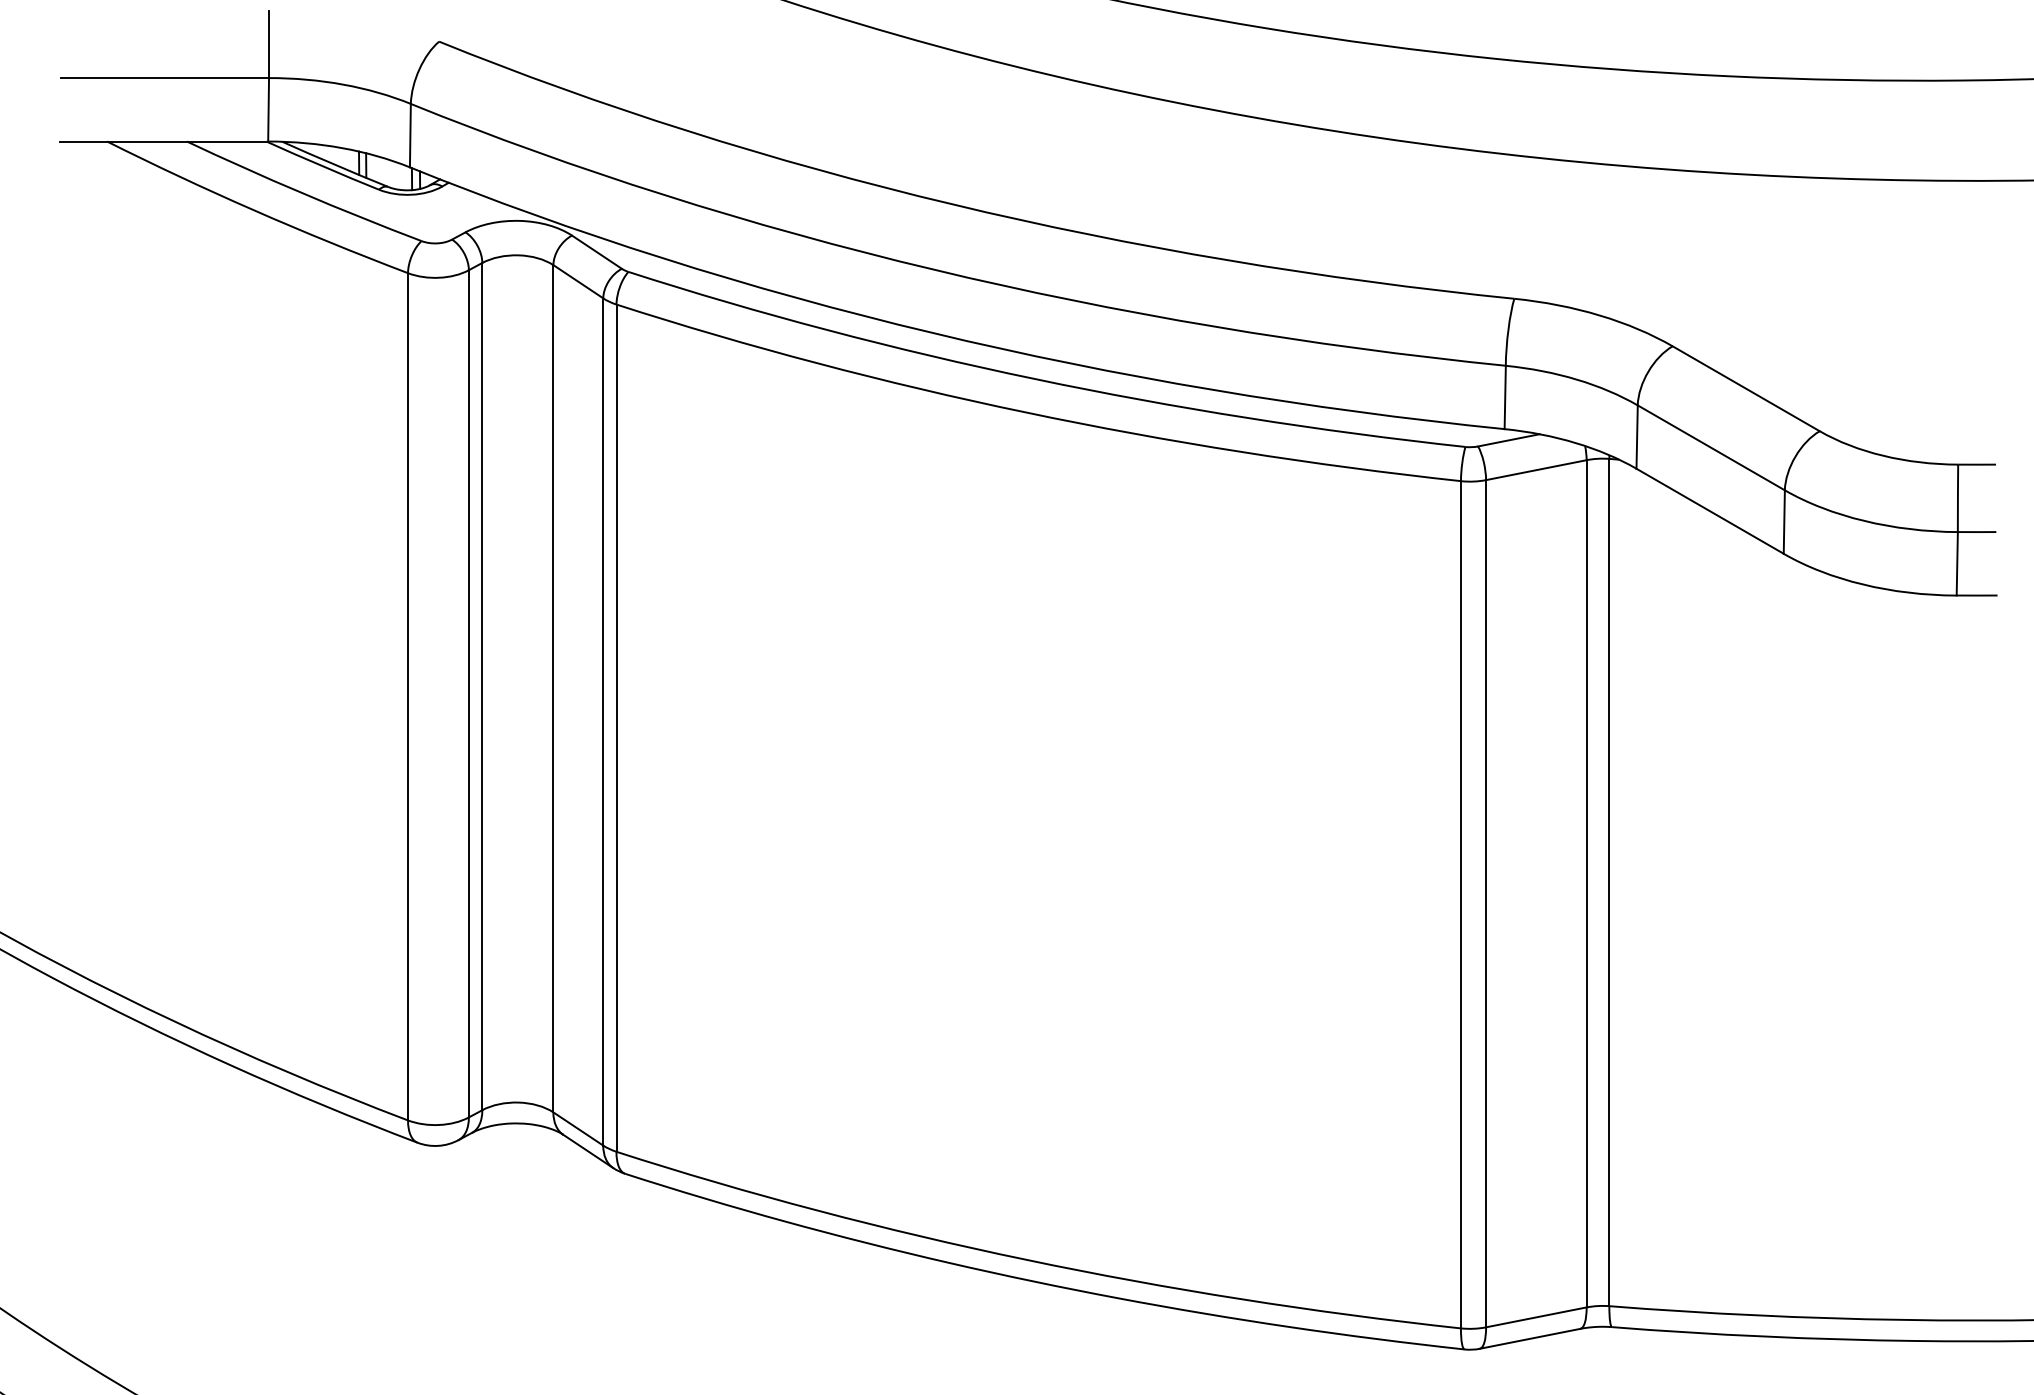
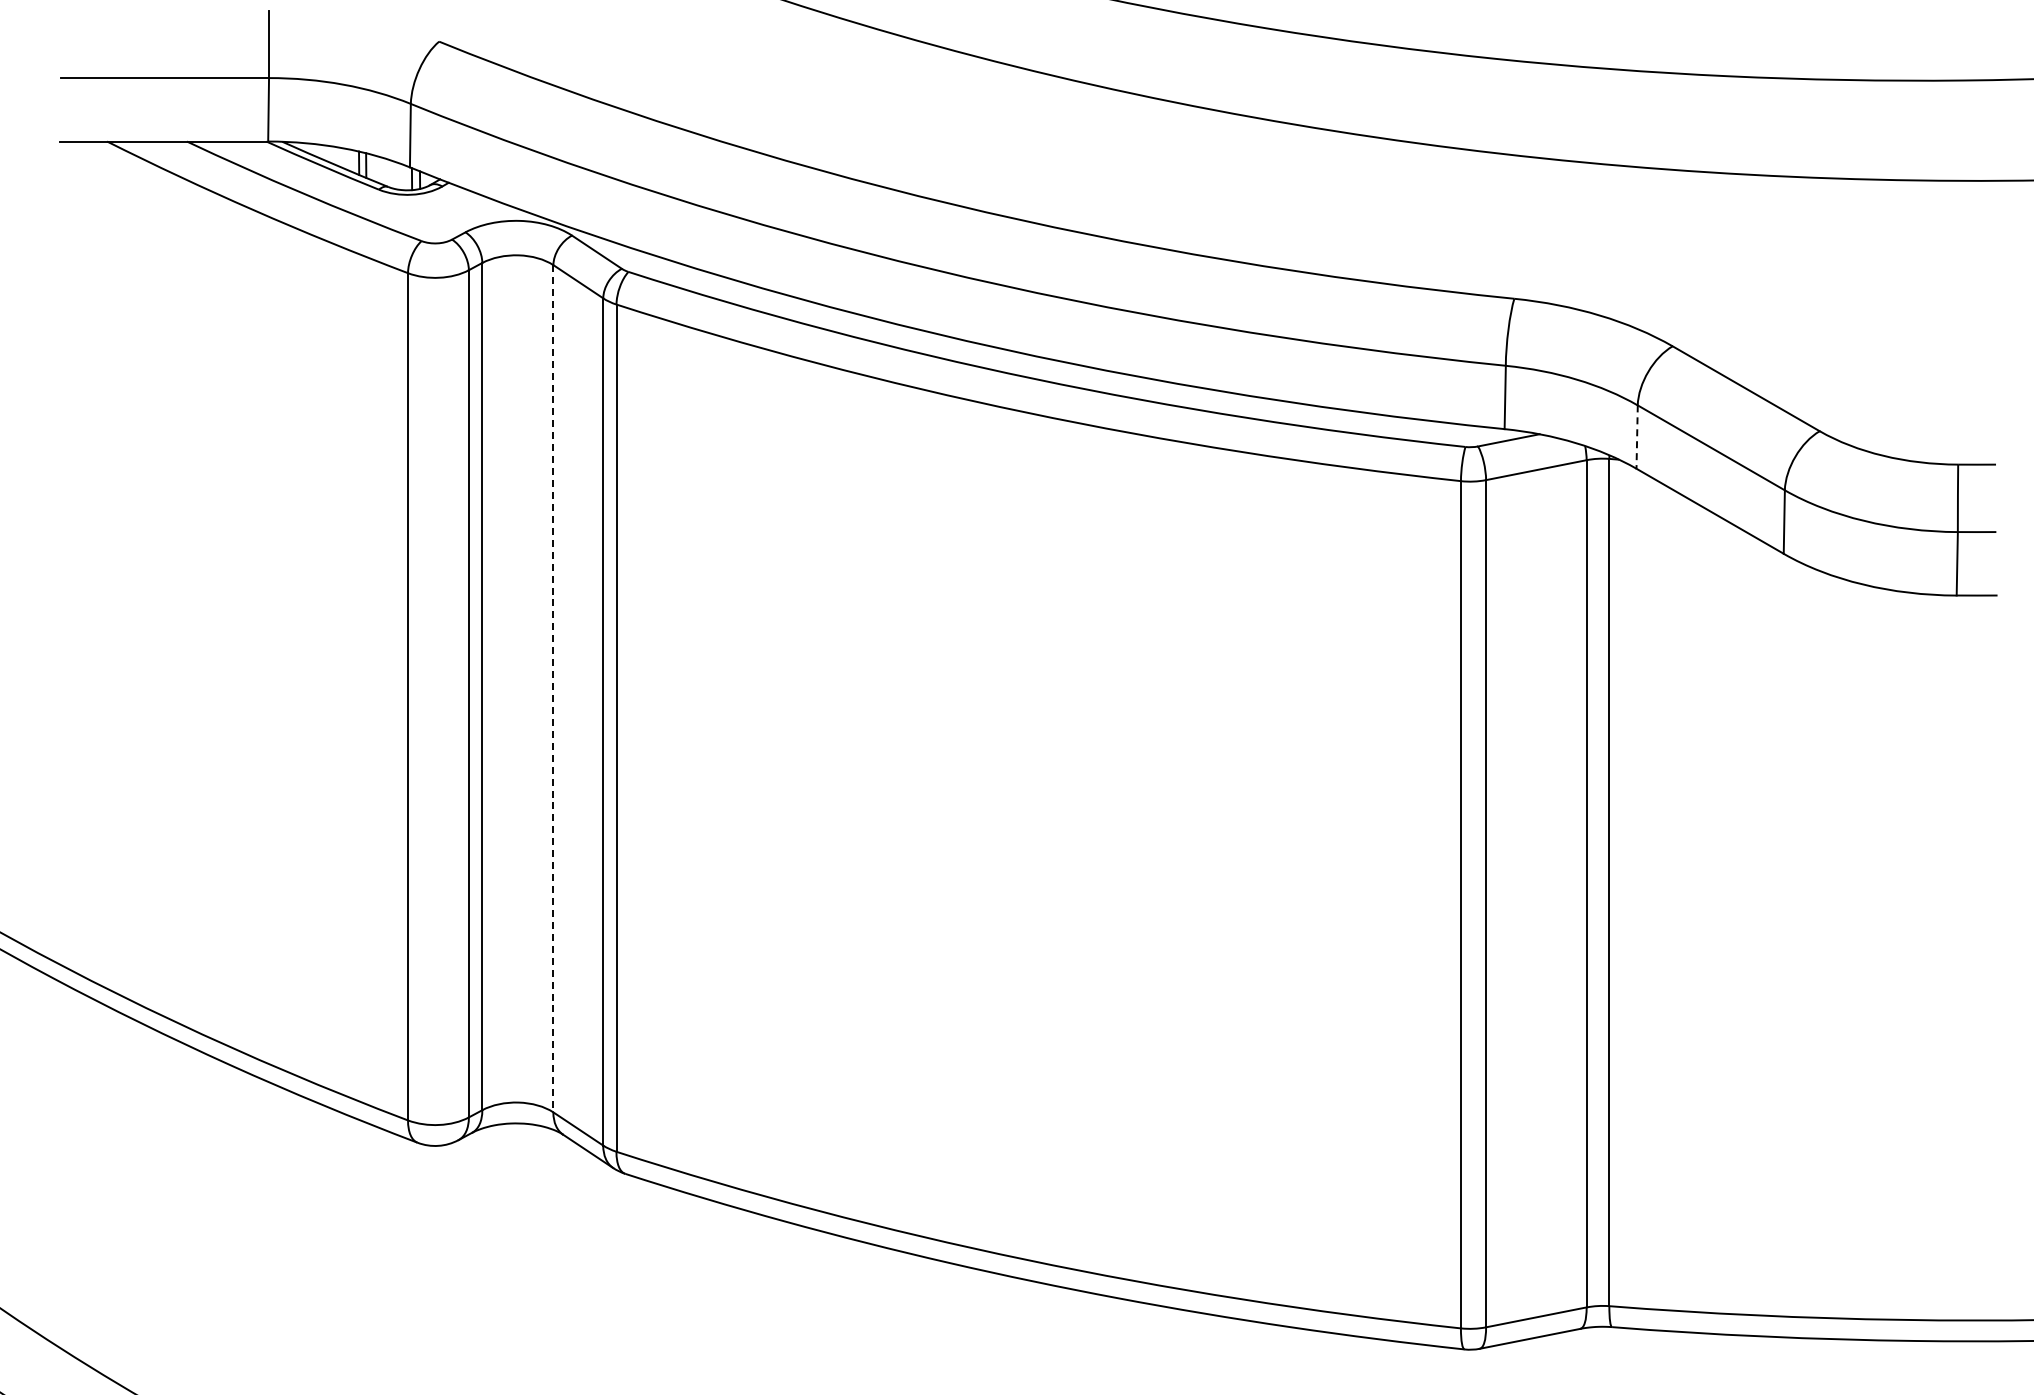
line at (1637, 437): solid -> dashed
line at (553, 688): solid -> dashed
